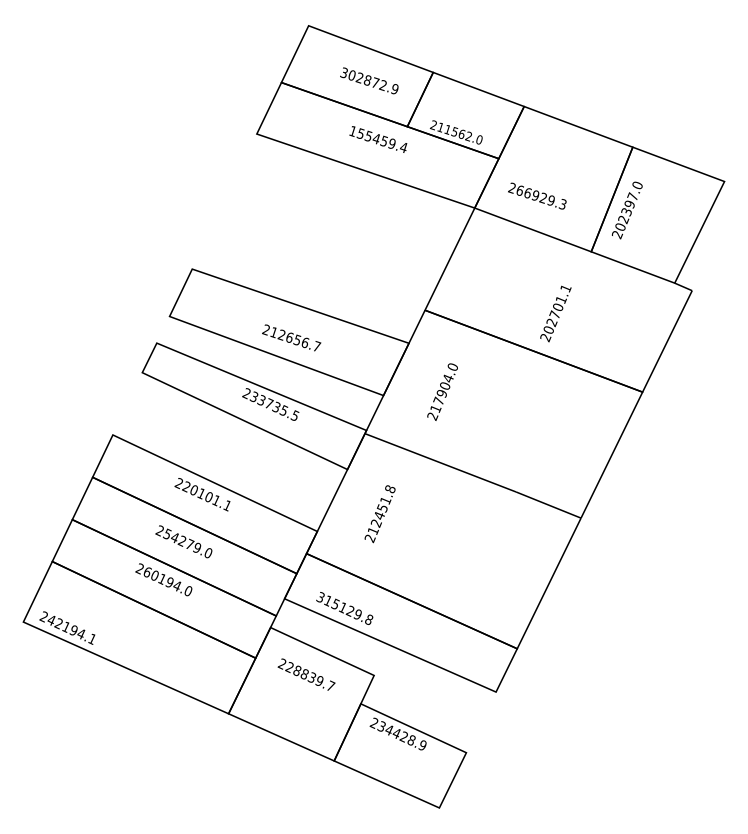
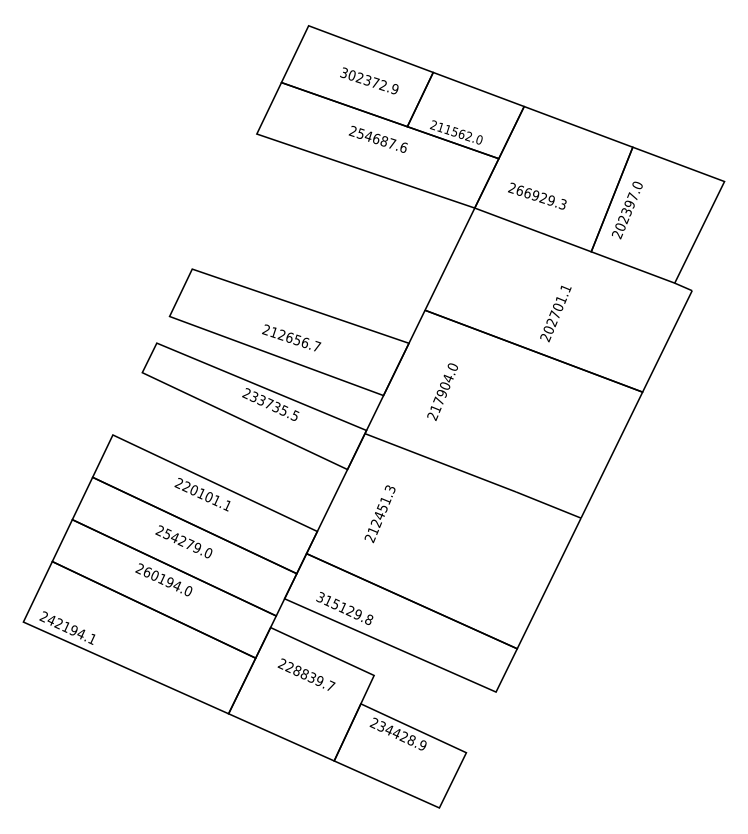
text at (367, 80): 302872.9 -> 302372.9
text at (377, 138): 155459.4 -> 254687.6
text at (389, 489): 212451.8 -> 212451.3
